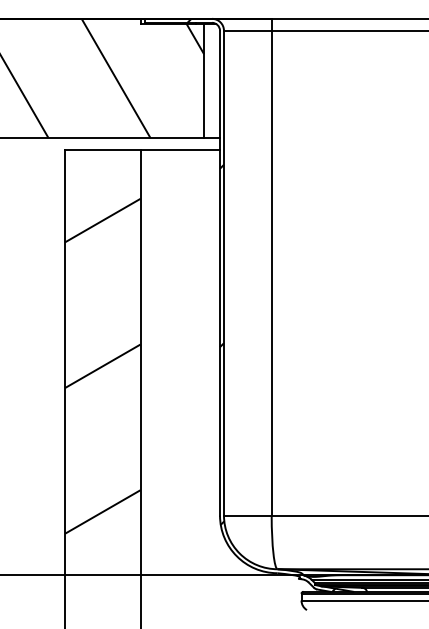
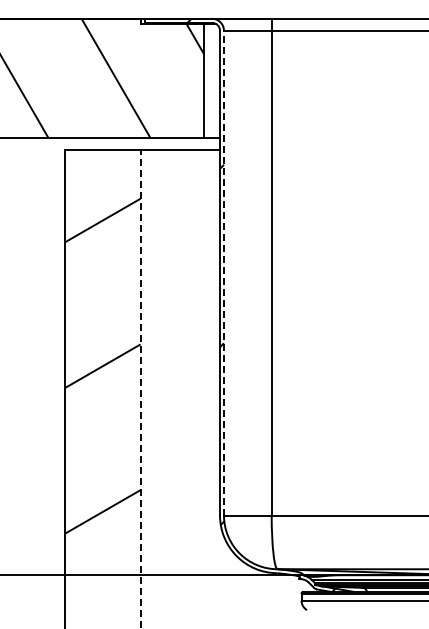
line at (224, 272): solid -> dashed
line at (140, 388): solid -> dashed
